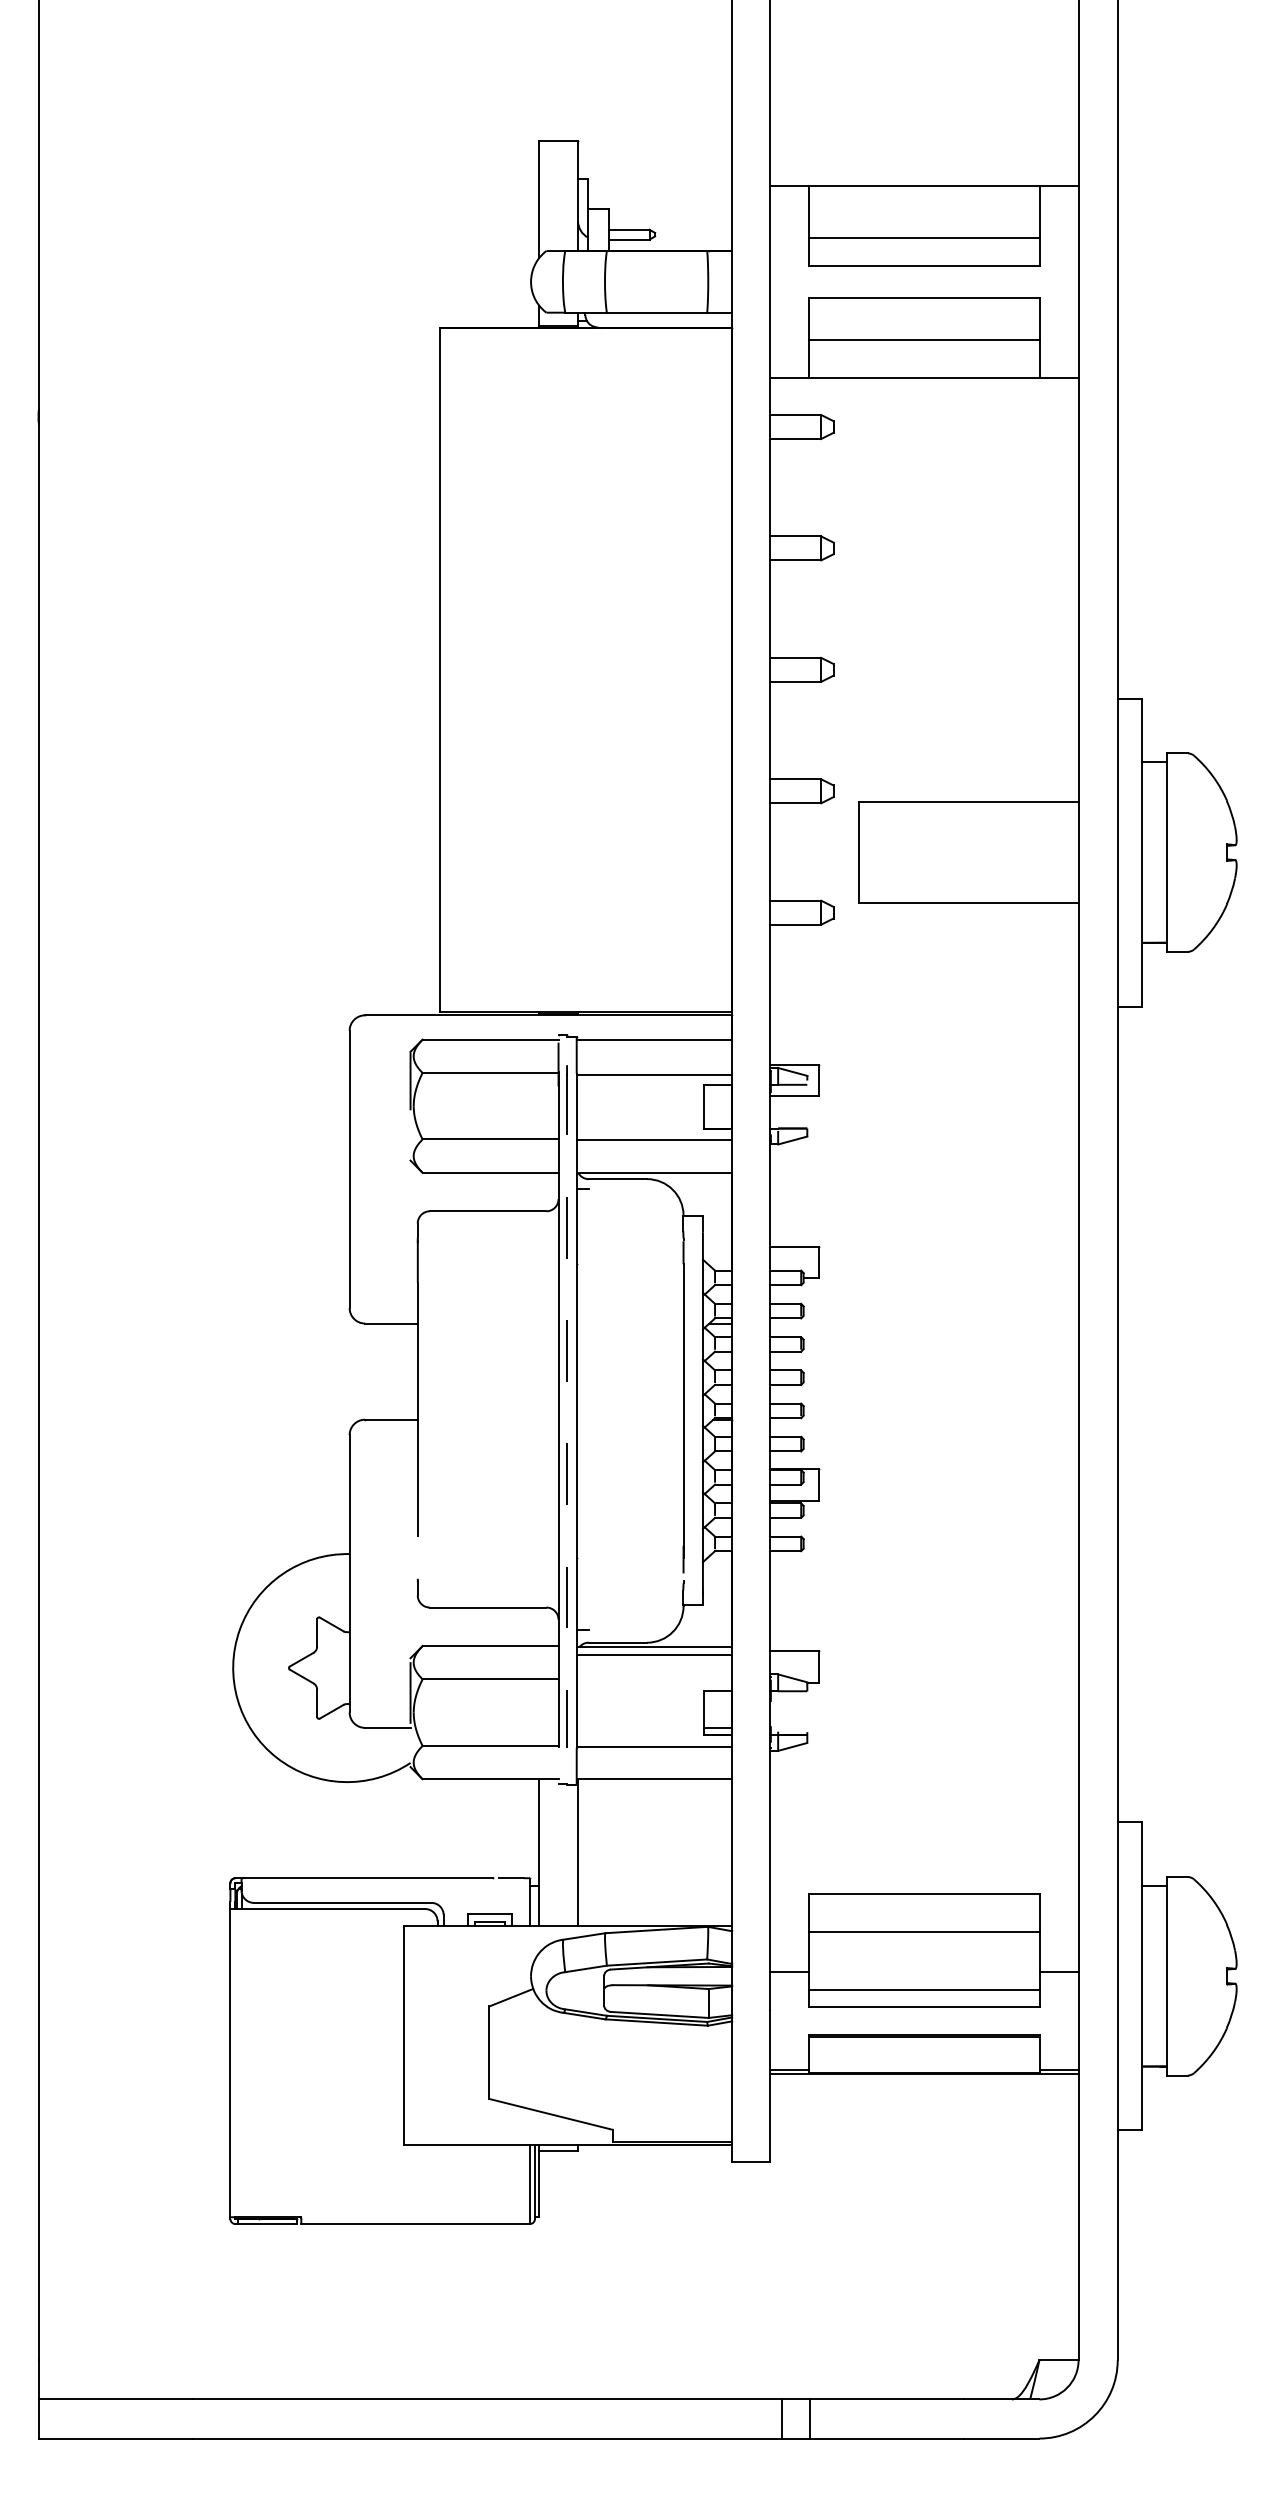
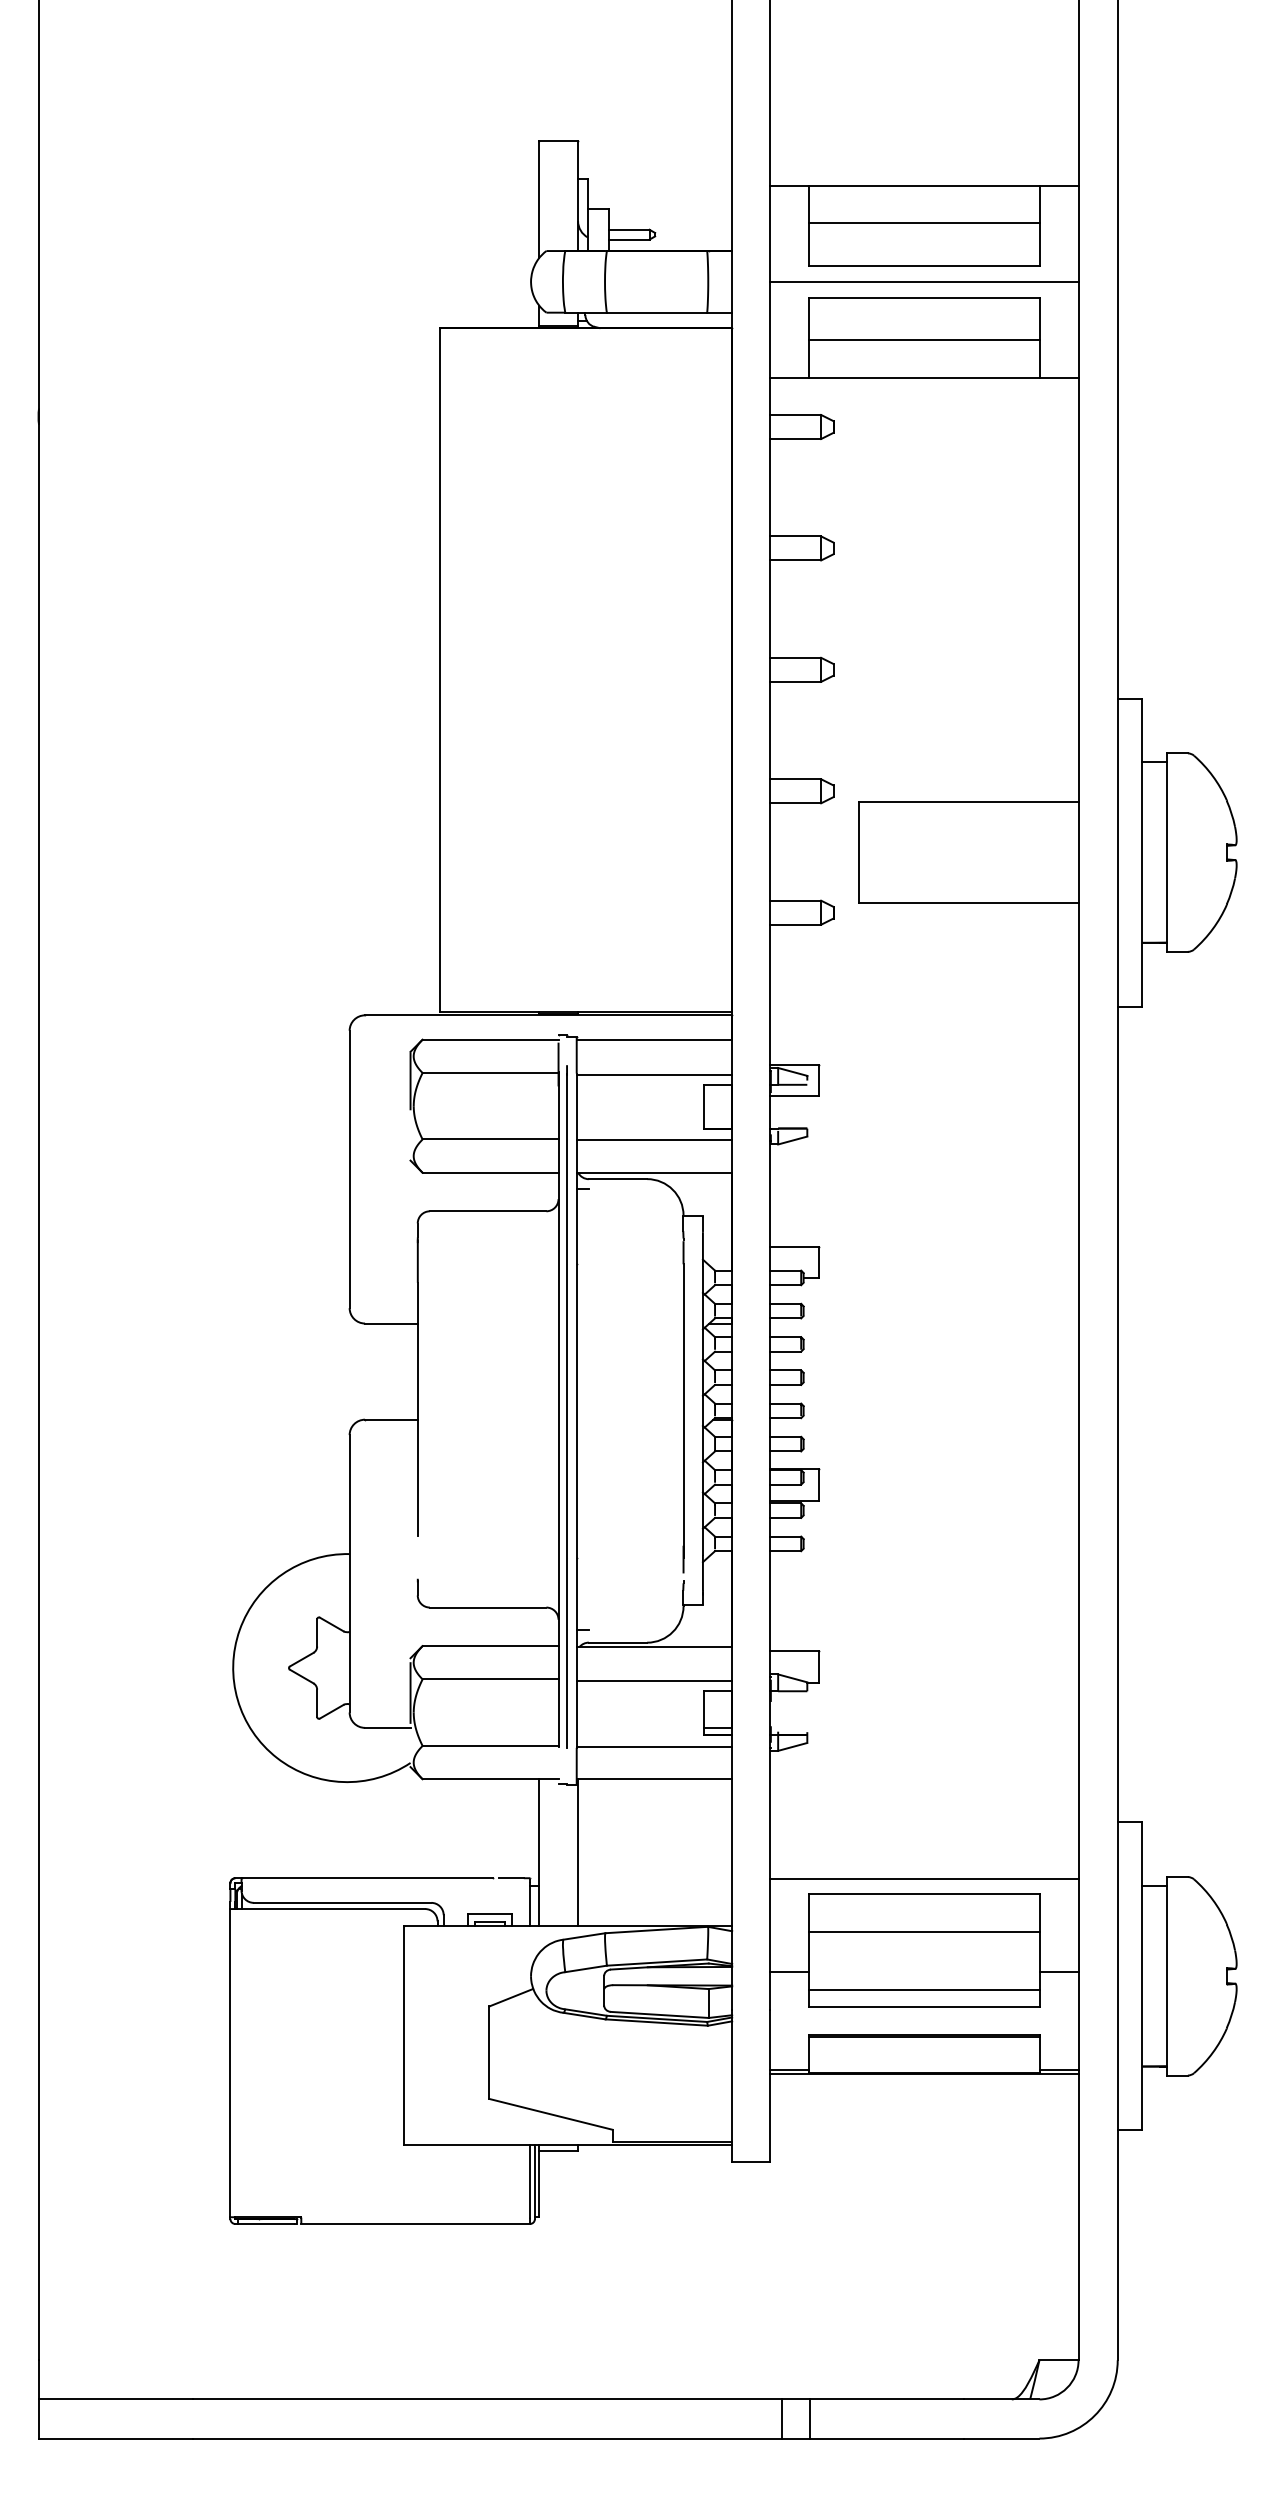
line at (924, 238) position: (924, 238) -> (924, 223)
line at (924, 281): none -> present
line at (567, 1411): dashed -> solid
line at (654, 1655) position: (654, 1655) -> (654, 1681)
line at (924, 1878): none -> present
